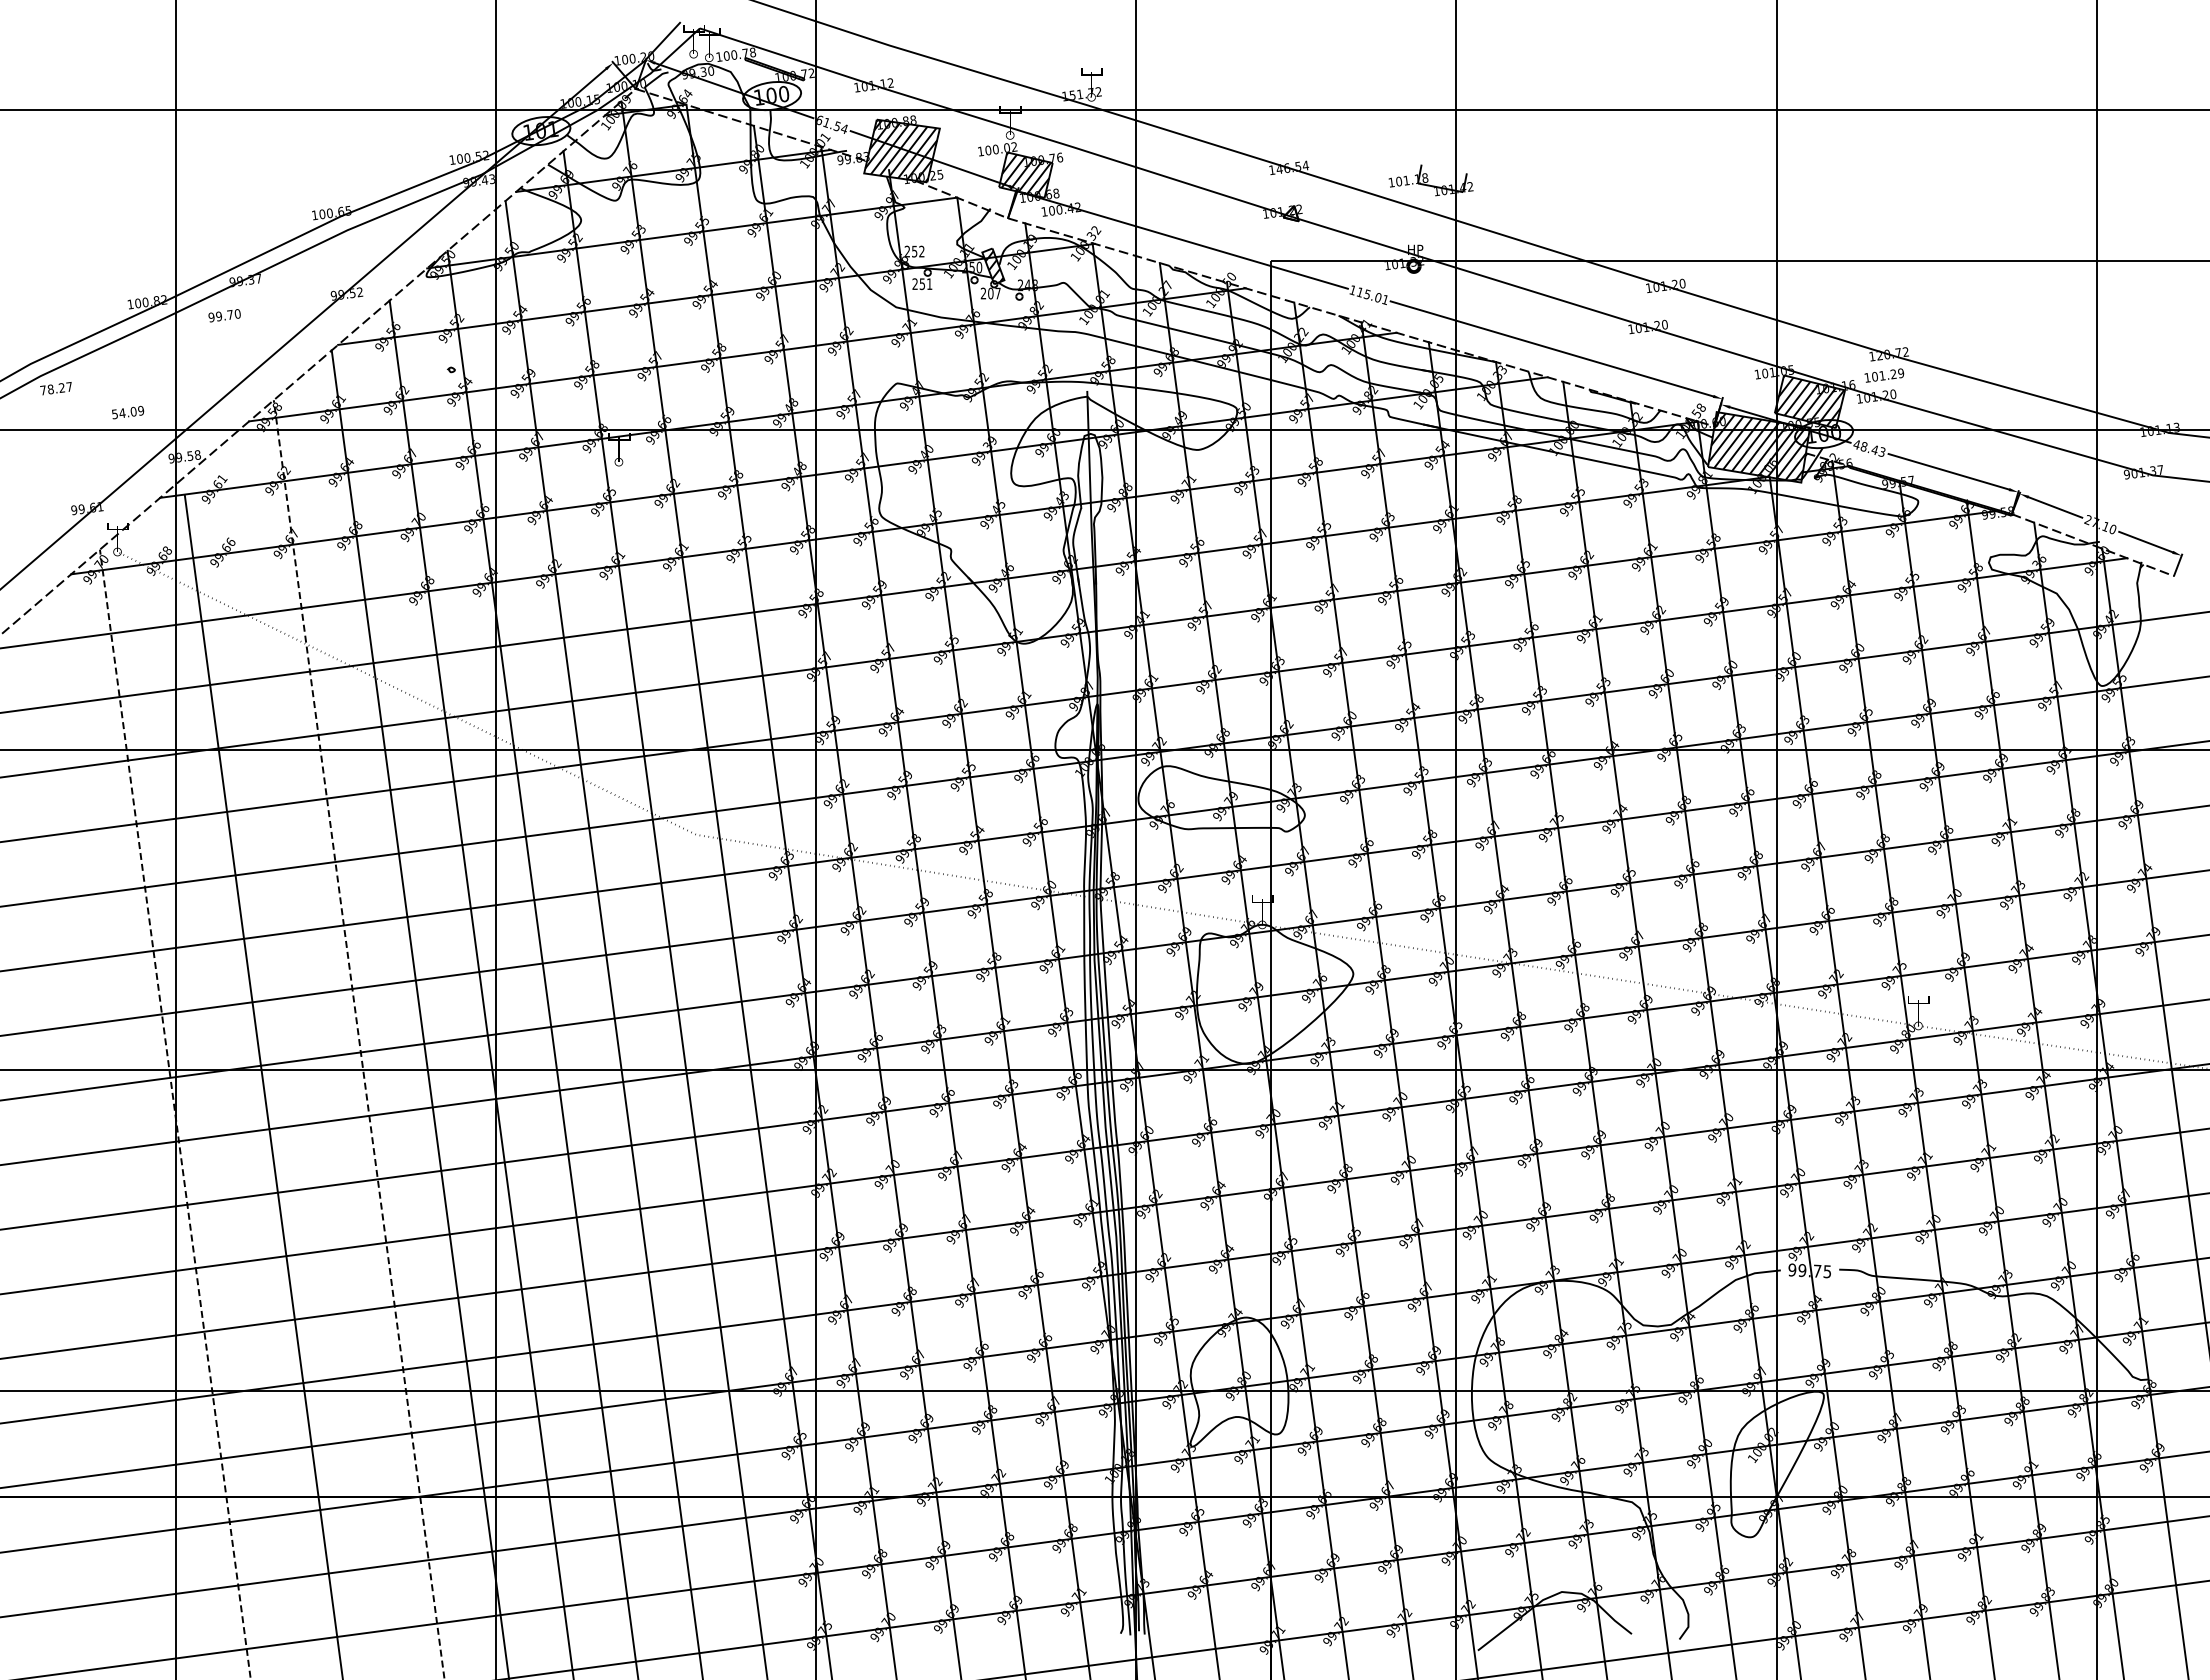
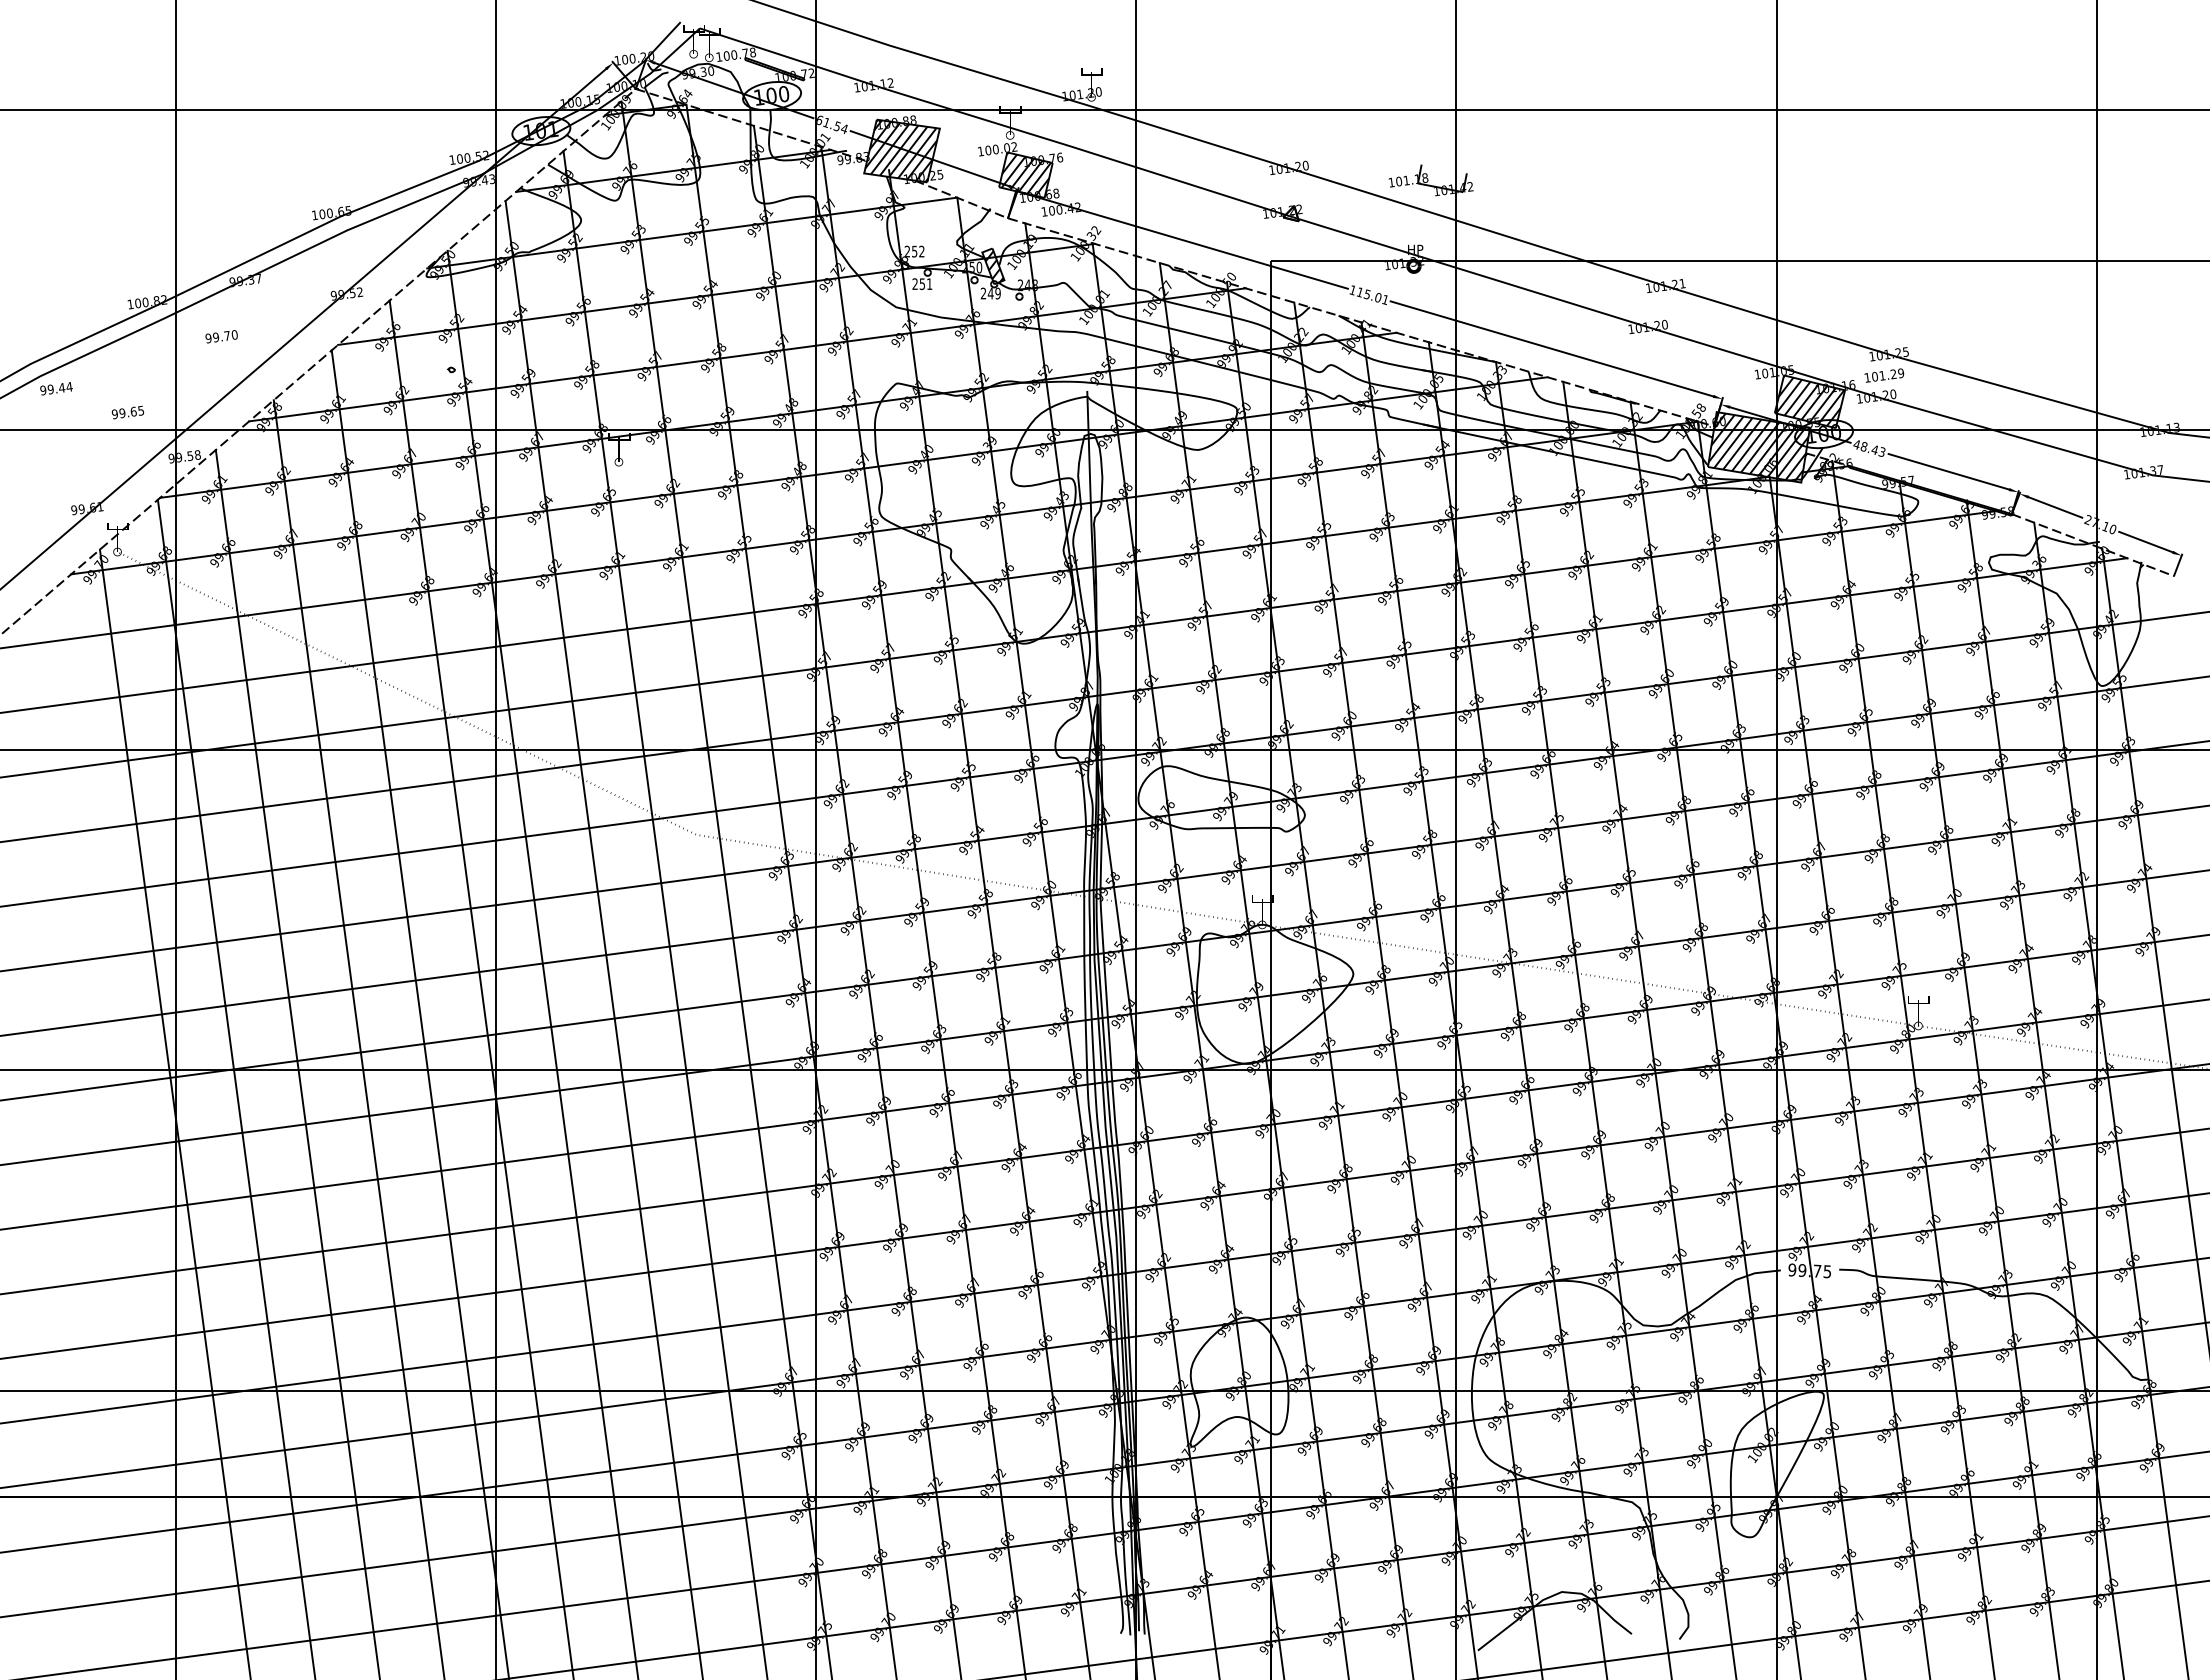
text at (1085, 93): 151.72 -> 101.20
text at (1292, 166): 146.54 -> 101.20
text at (1682, 283): 101.20 -> 101.21
text at (993, 293): 207 -> 249
text at (224, 315) position: (224, 315) -> (221, 336)
text at (1892, 353): 120.72 -> 101.25
text at (56, 388): 78.27 -> 99.44
text at (127, 411): 54.09 -> 99.65
text at (2126, 474): 901.37 -> 101.37
line at (359, 1039): dashed -> solid
line at (297, 1063): none -> present
line at (263, 1085) position: (263, 1085) -> (235, 1087)
line at (175, 1114): dashed -> solid
